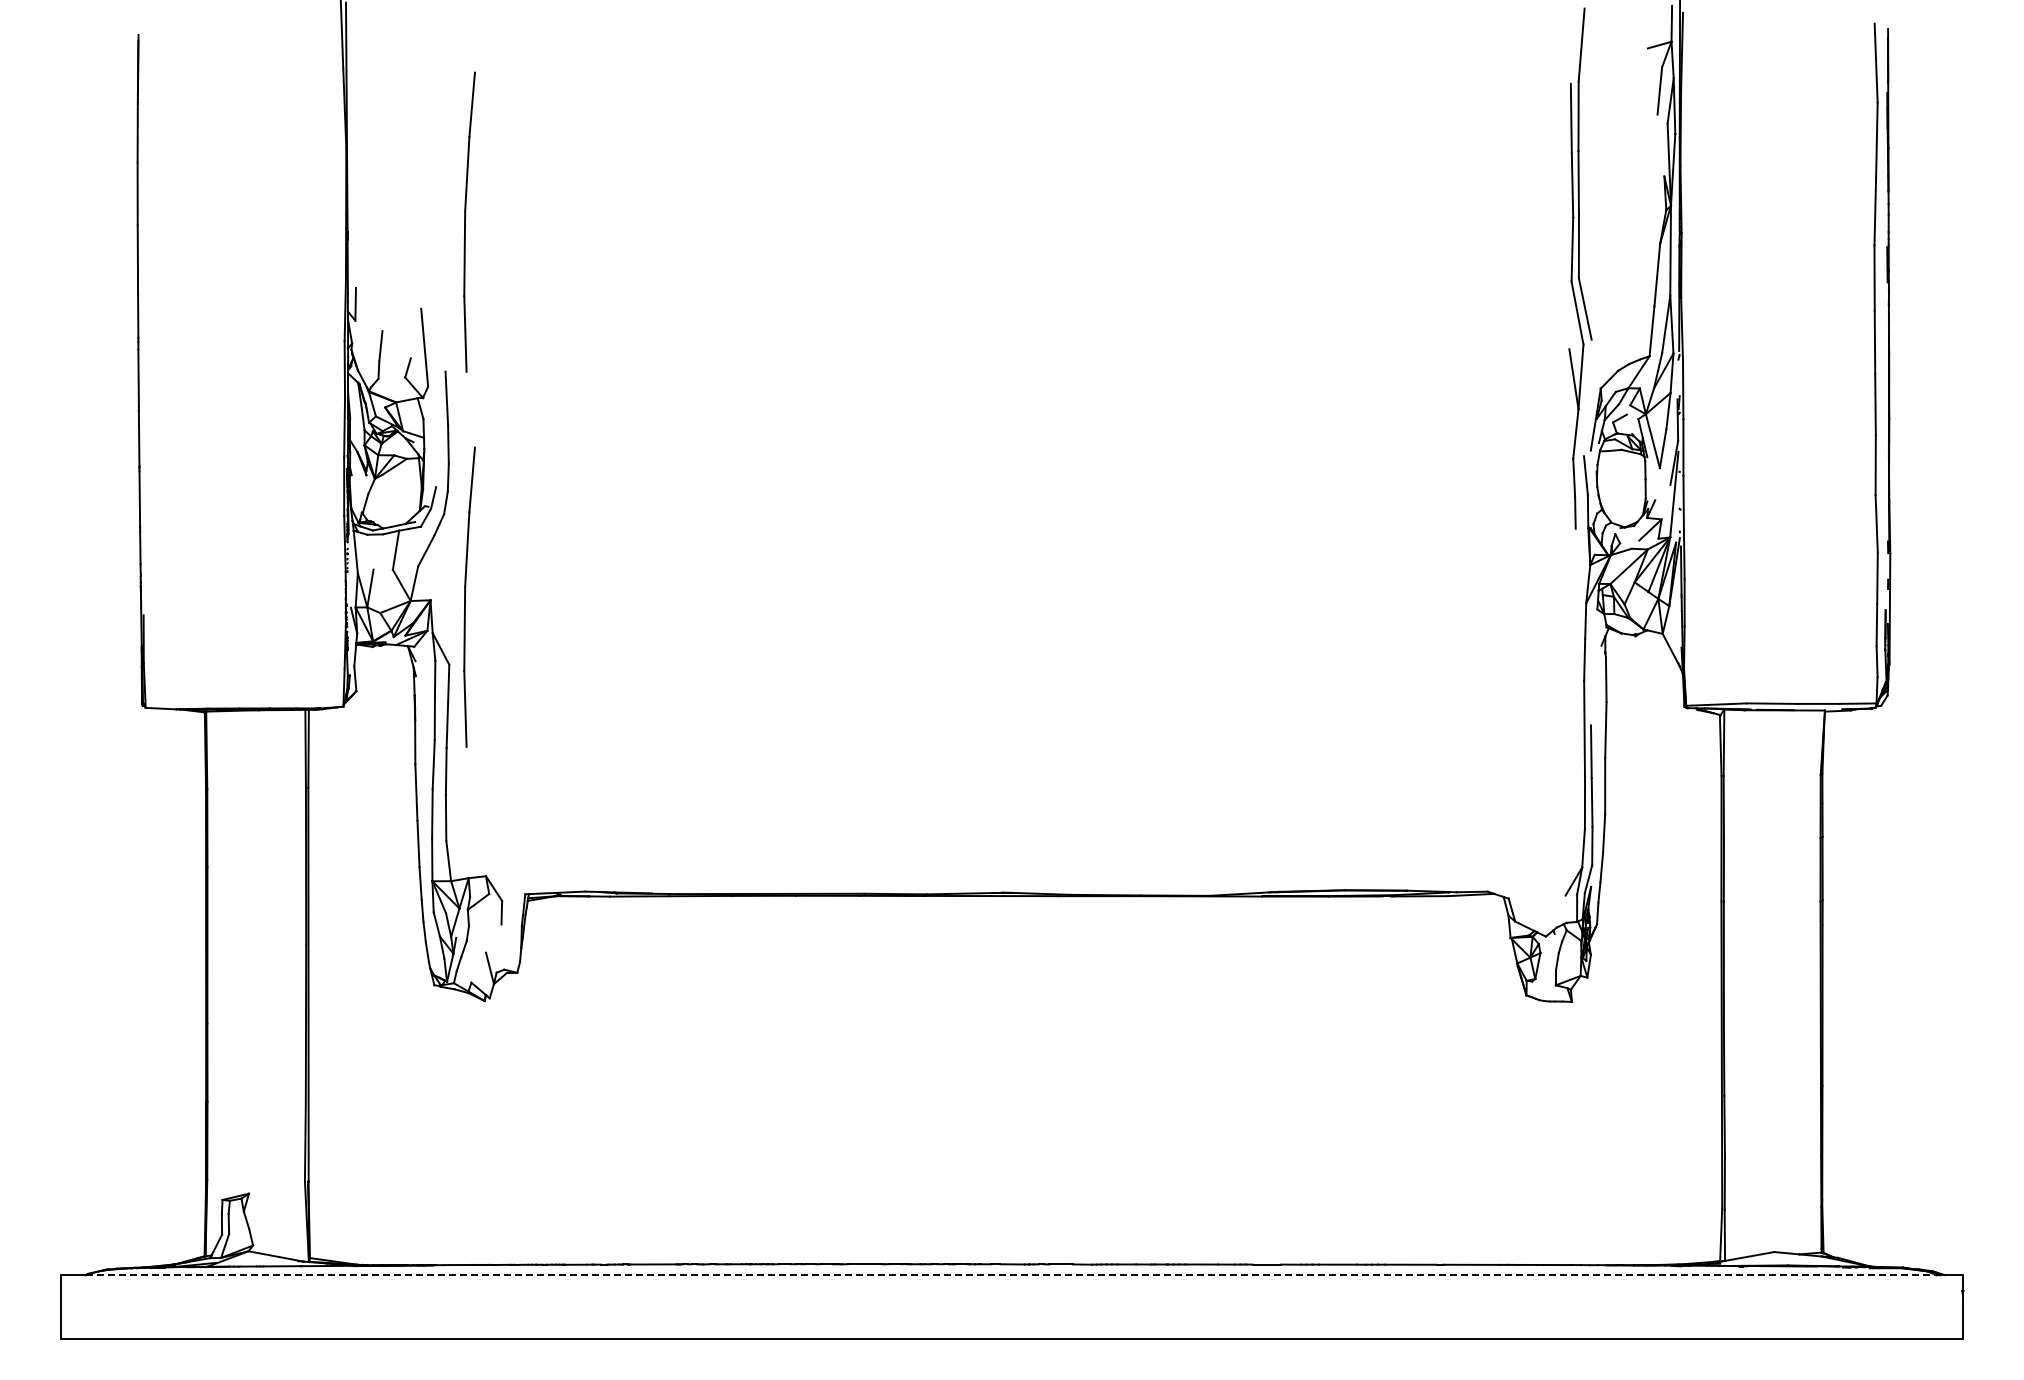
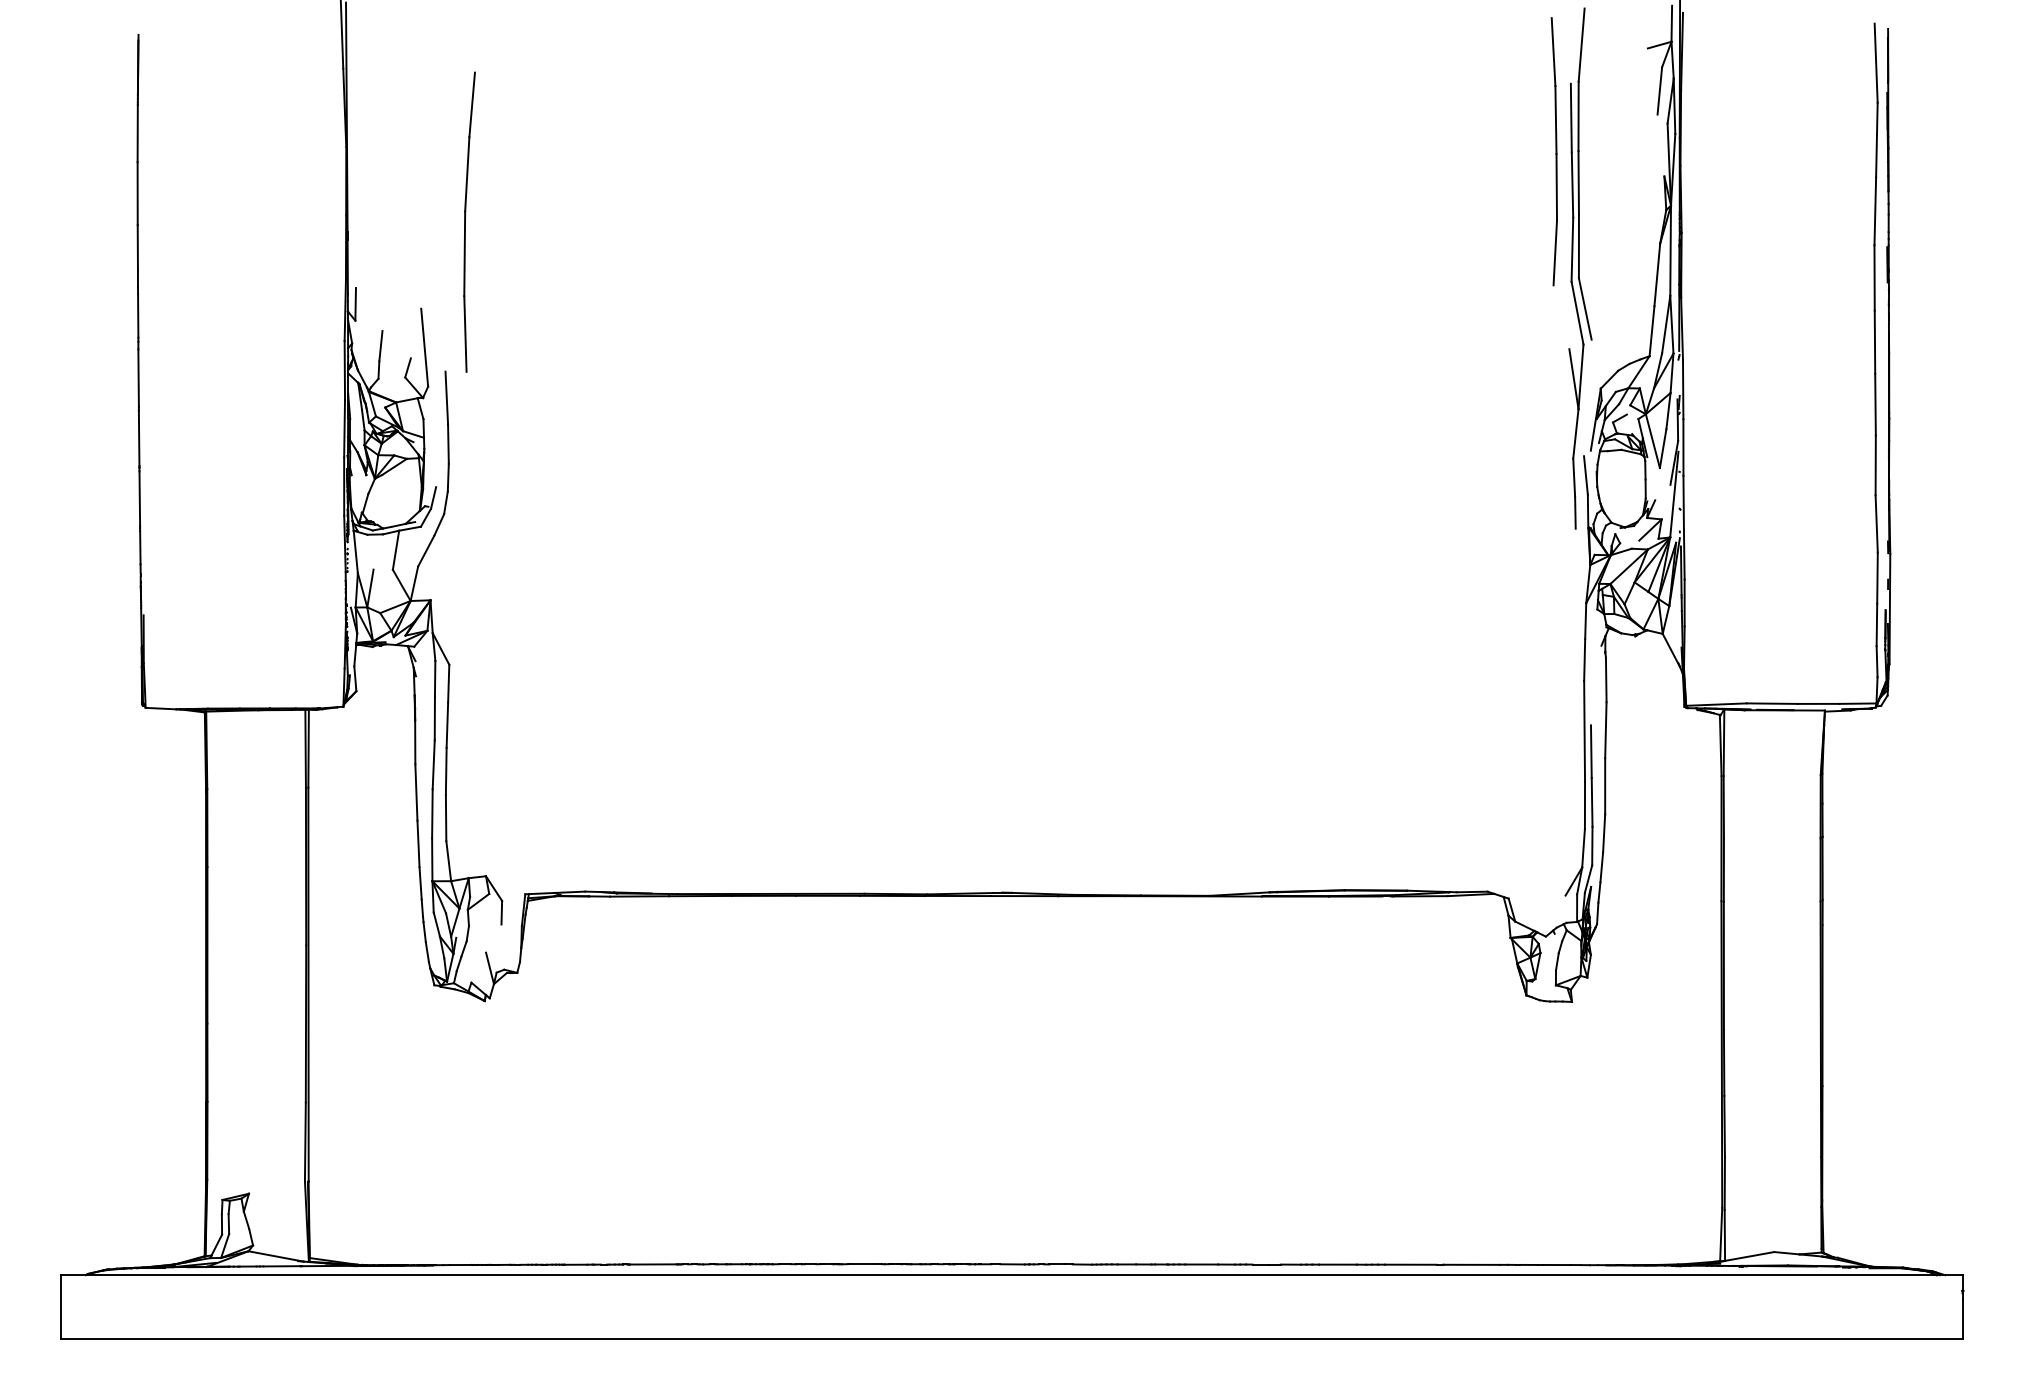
part at (1553, 151): none -> present
part at (469, 596): present -> none
line at (1011, 1275): dashed -> solid
